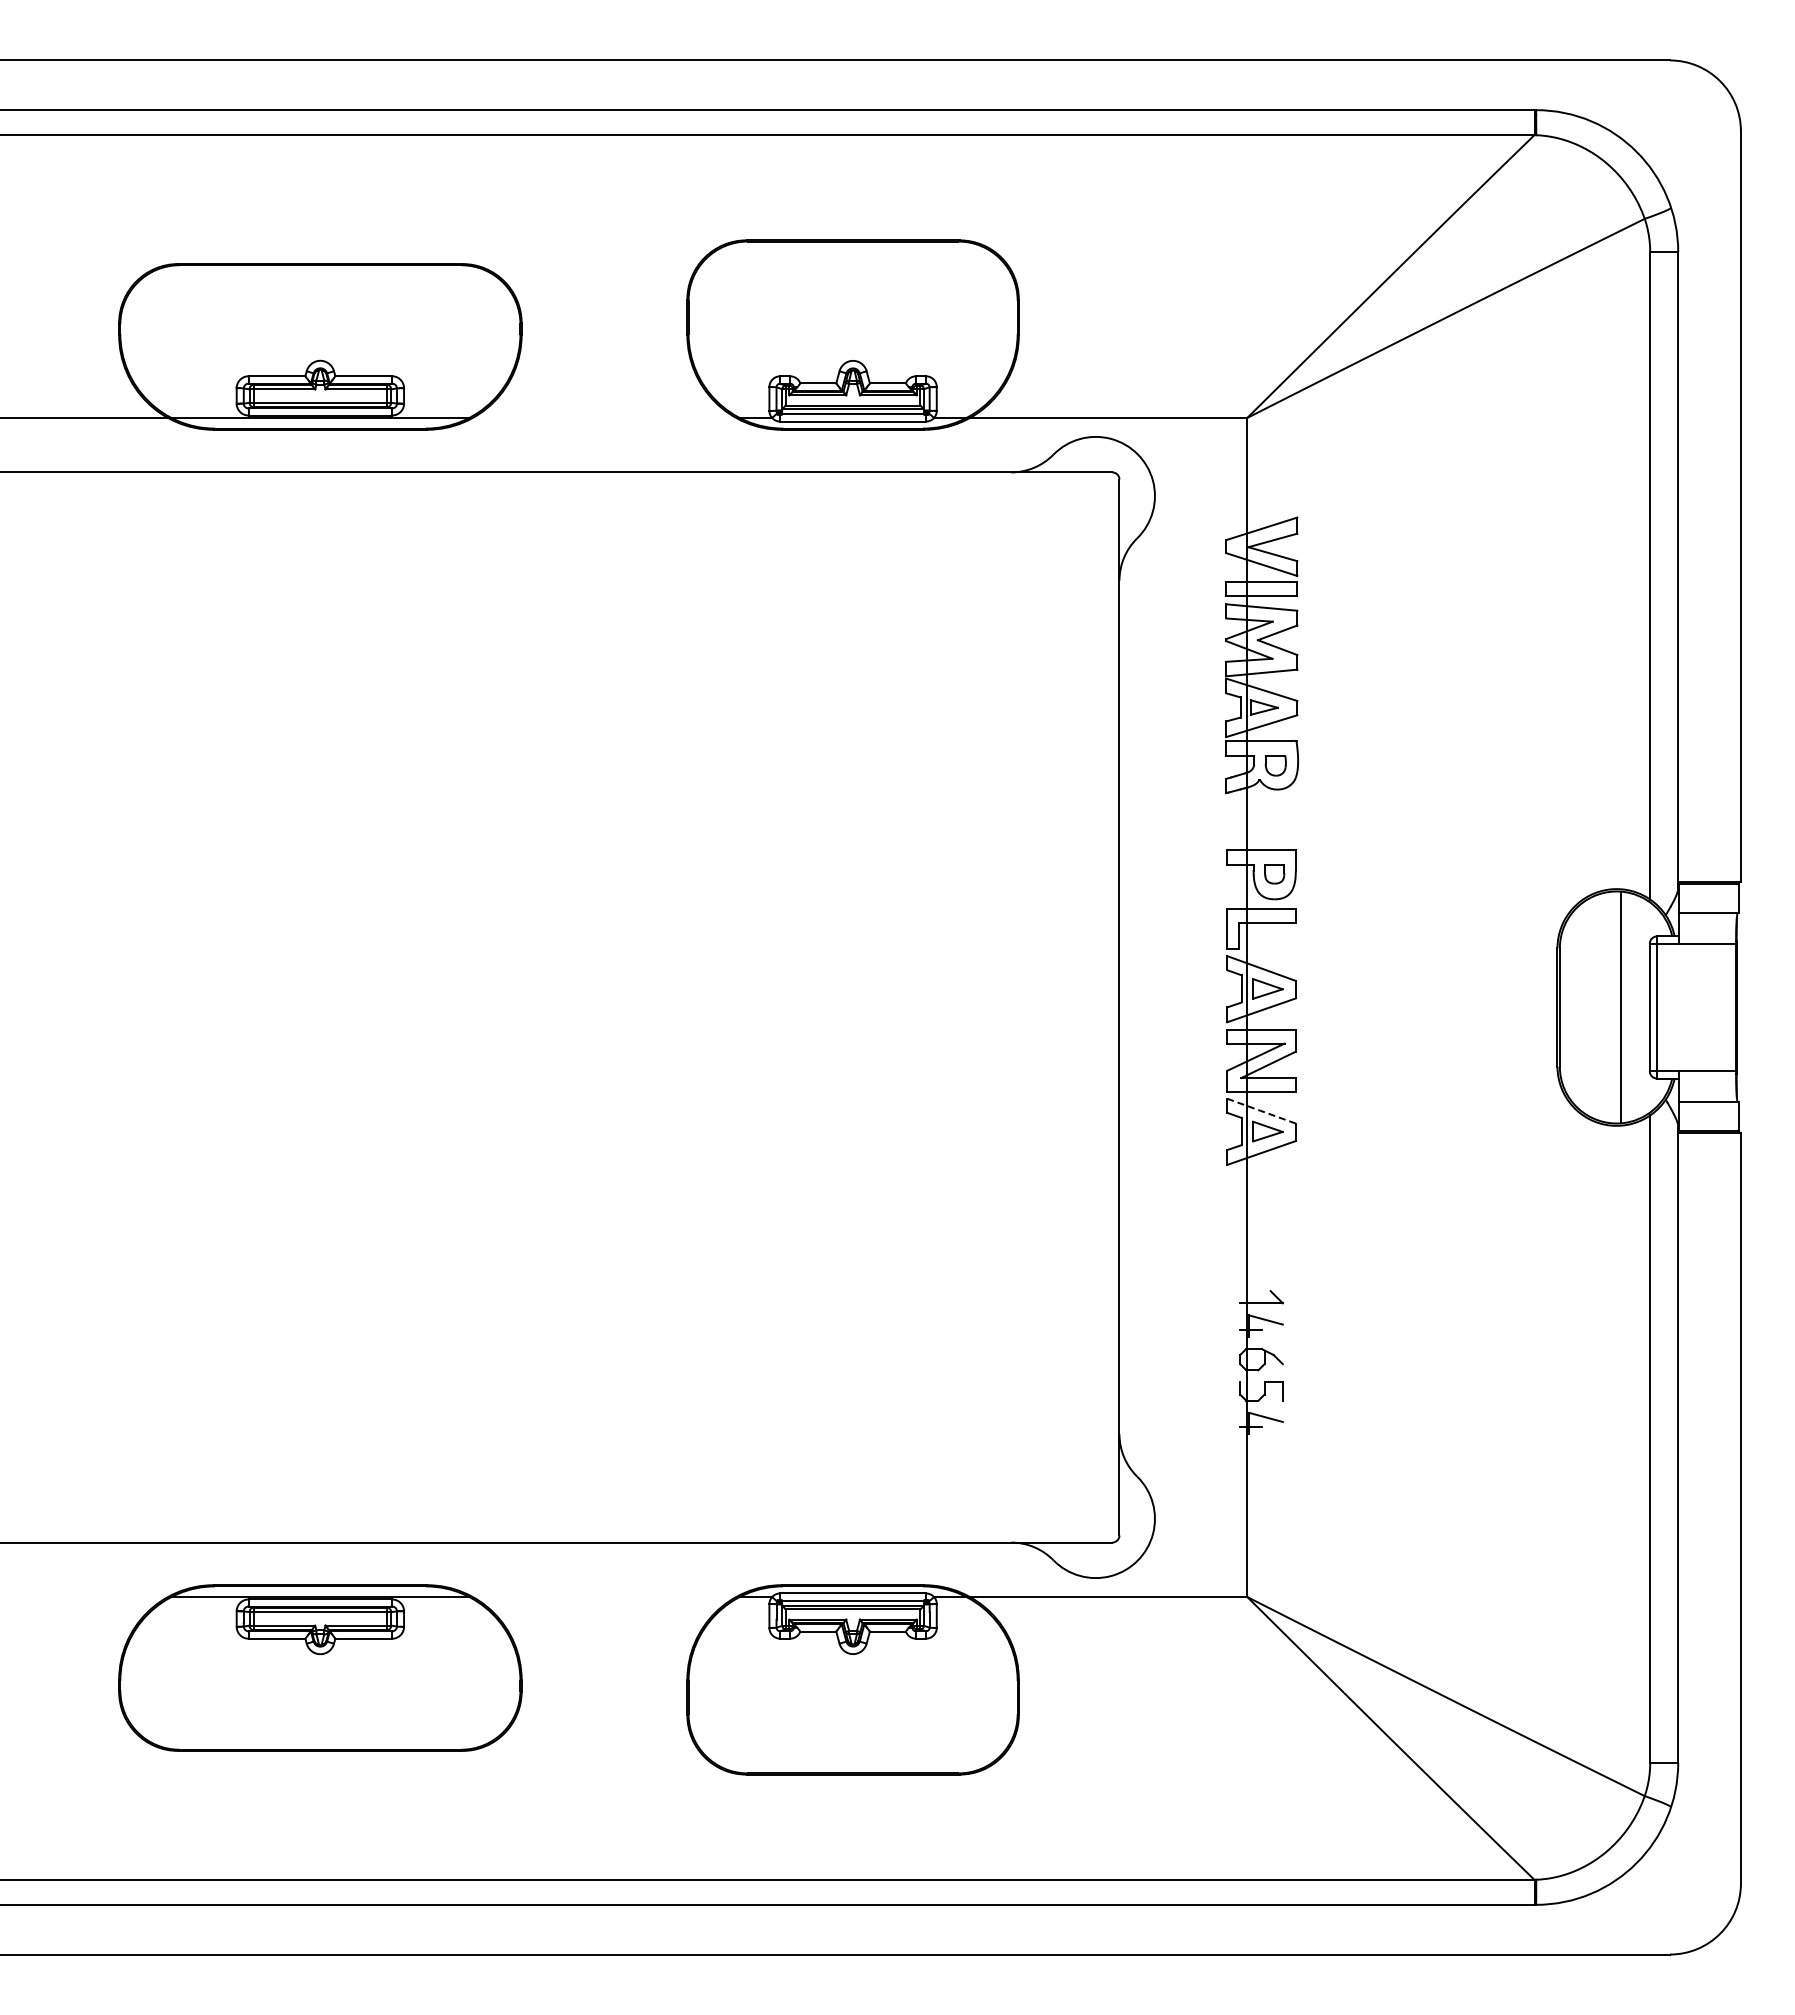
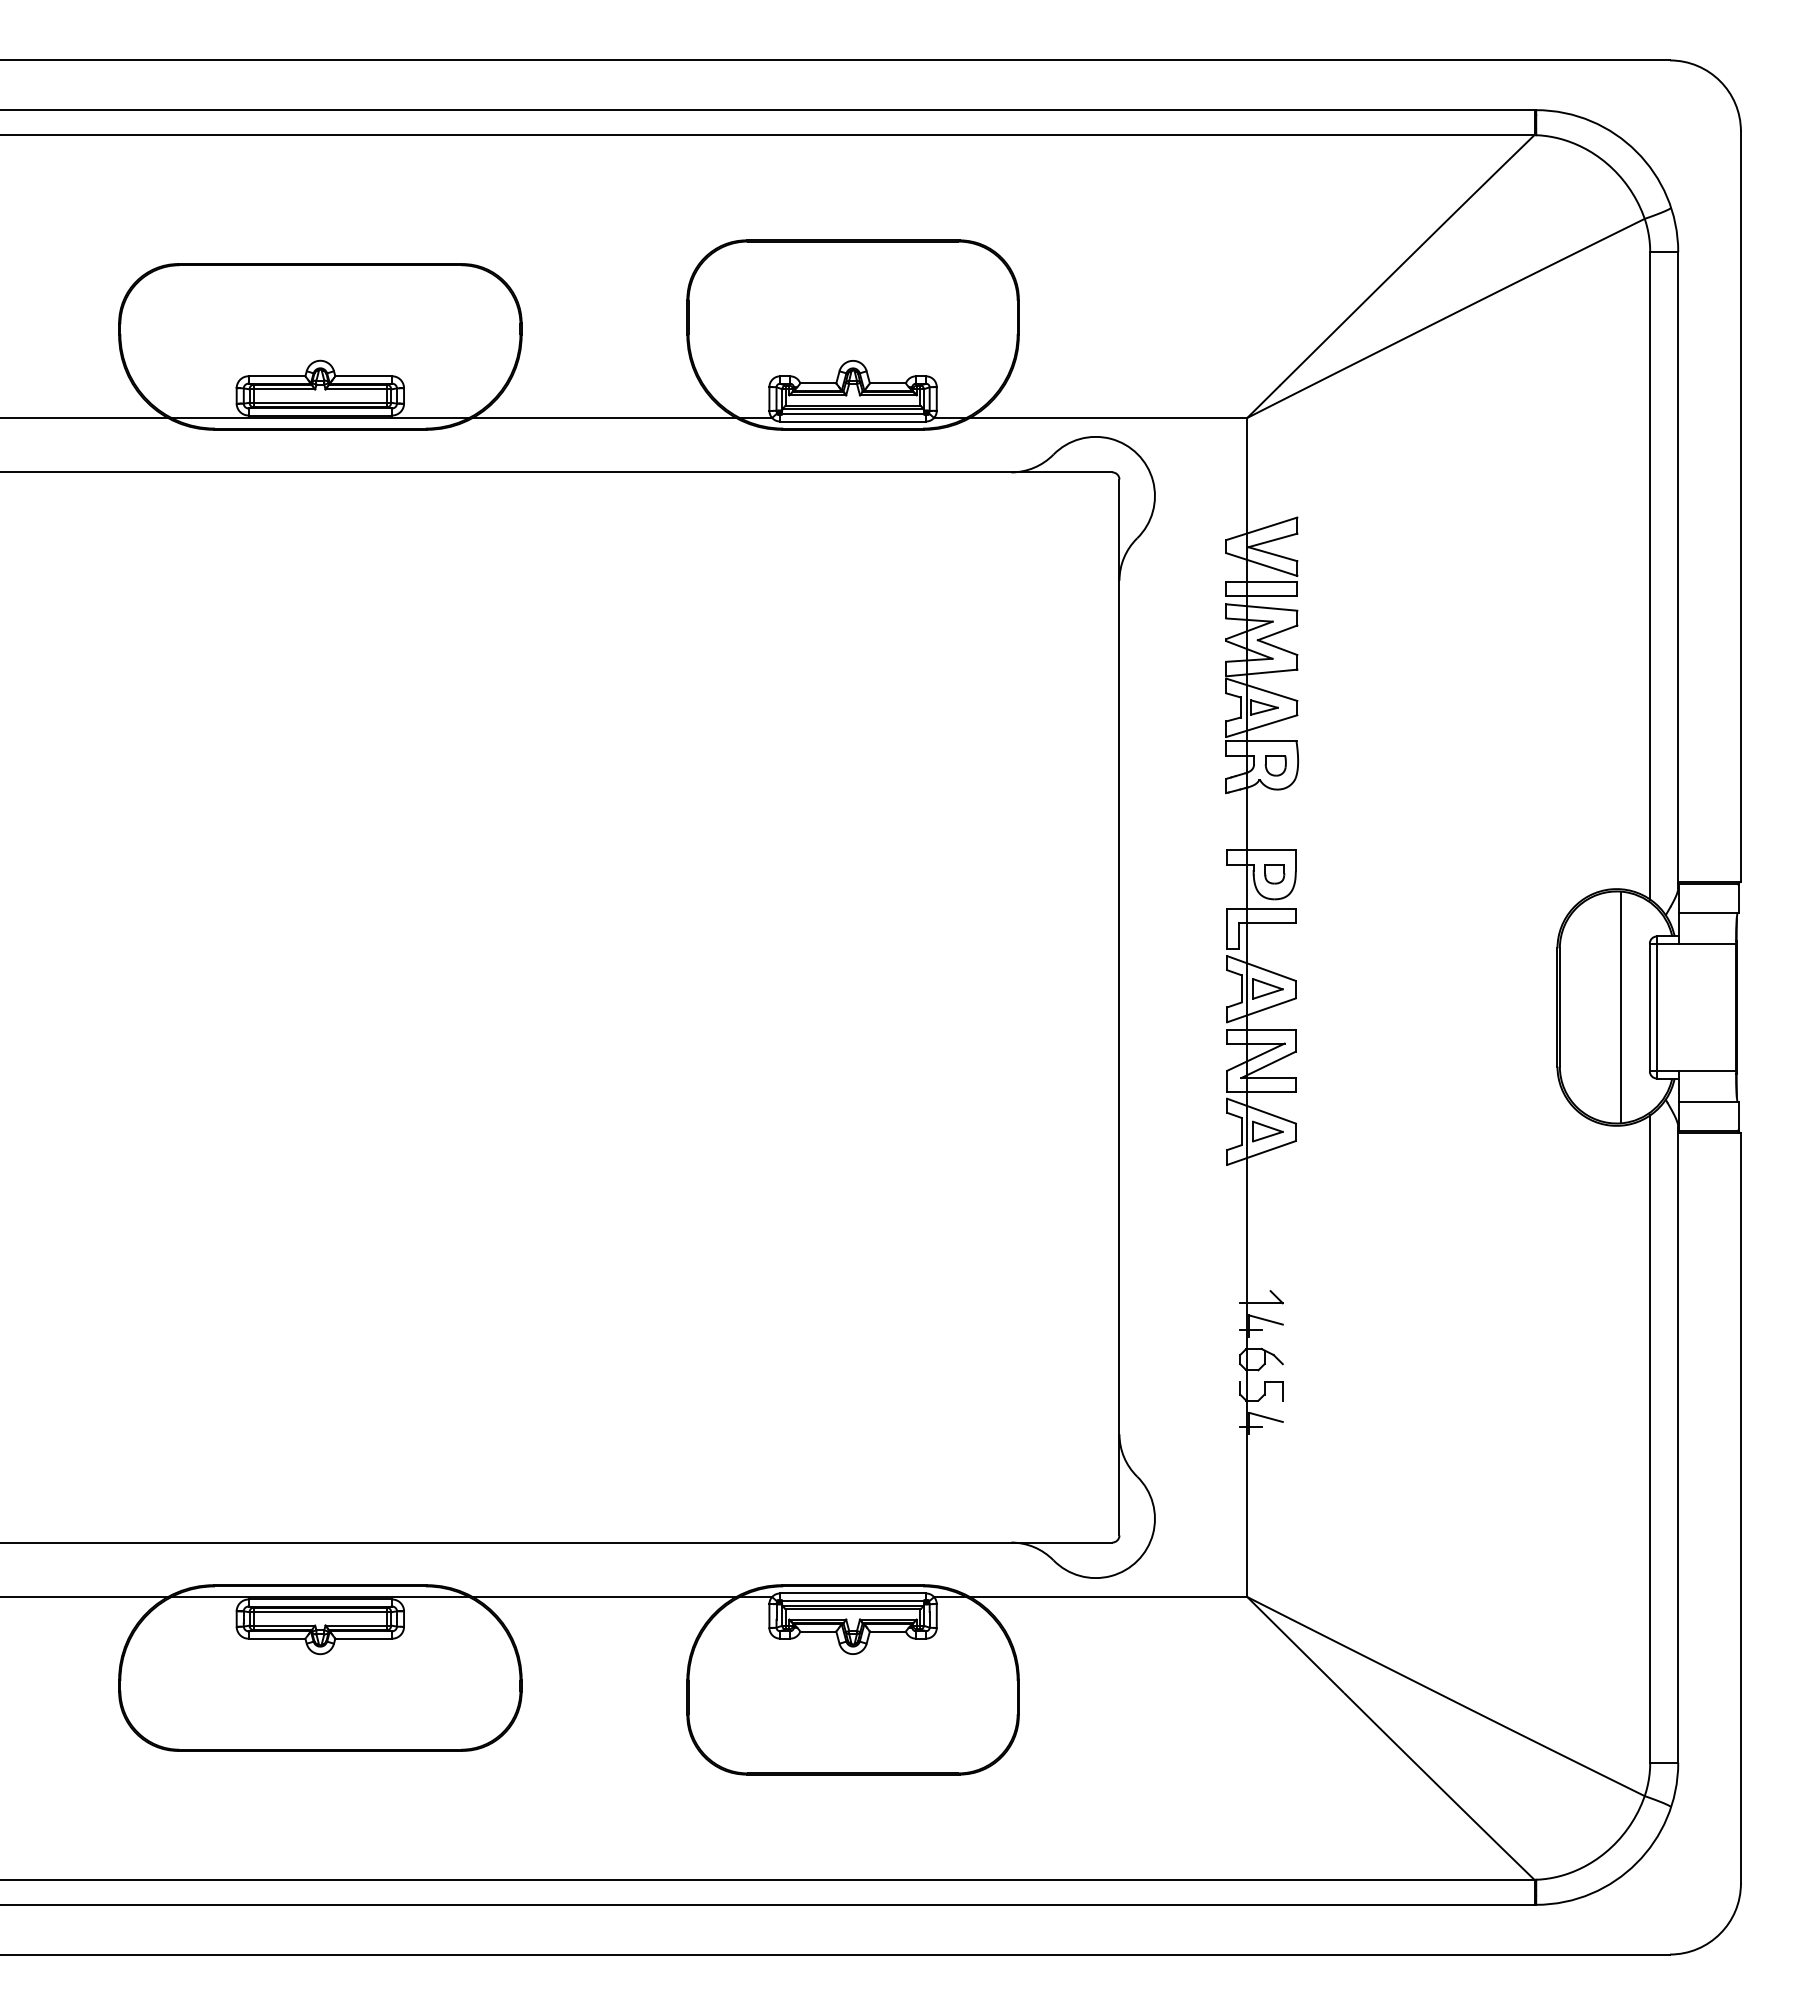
line at (604, 417): none -> present
line at (1261, 1111): dashed -> solid
line at (84, 1597): none -> present
line at (604, 1597): none -> present
